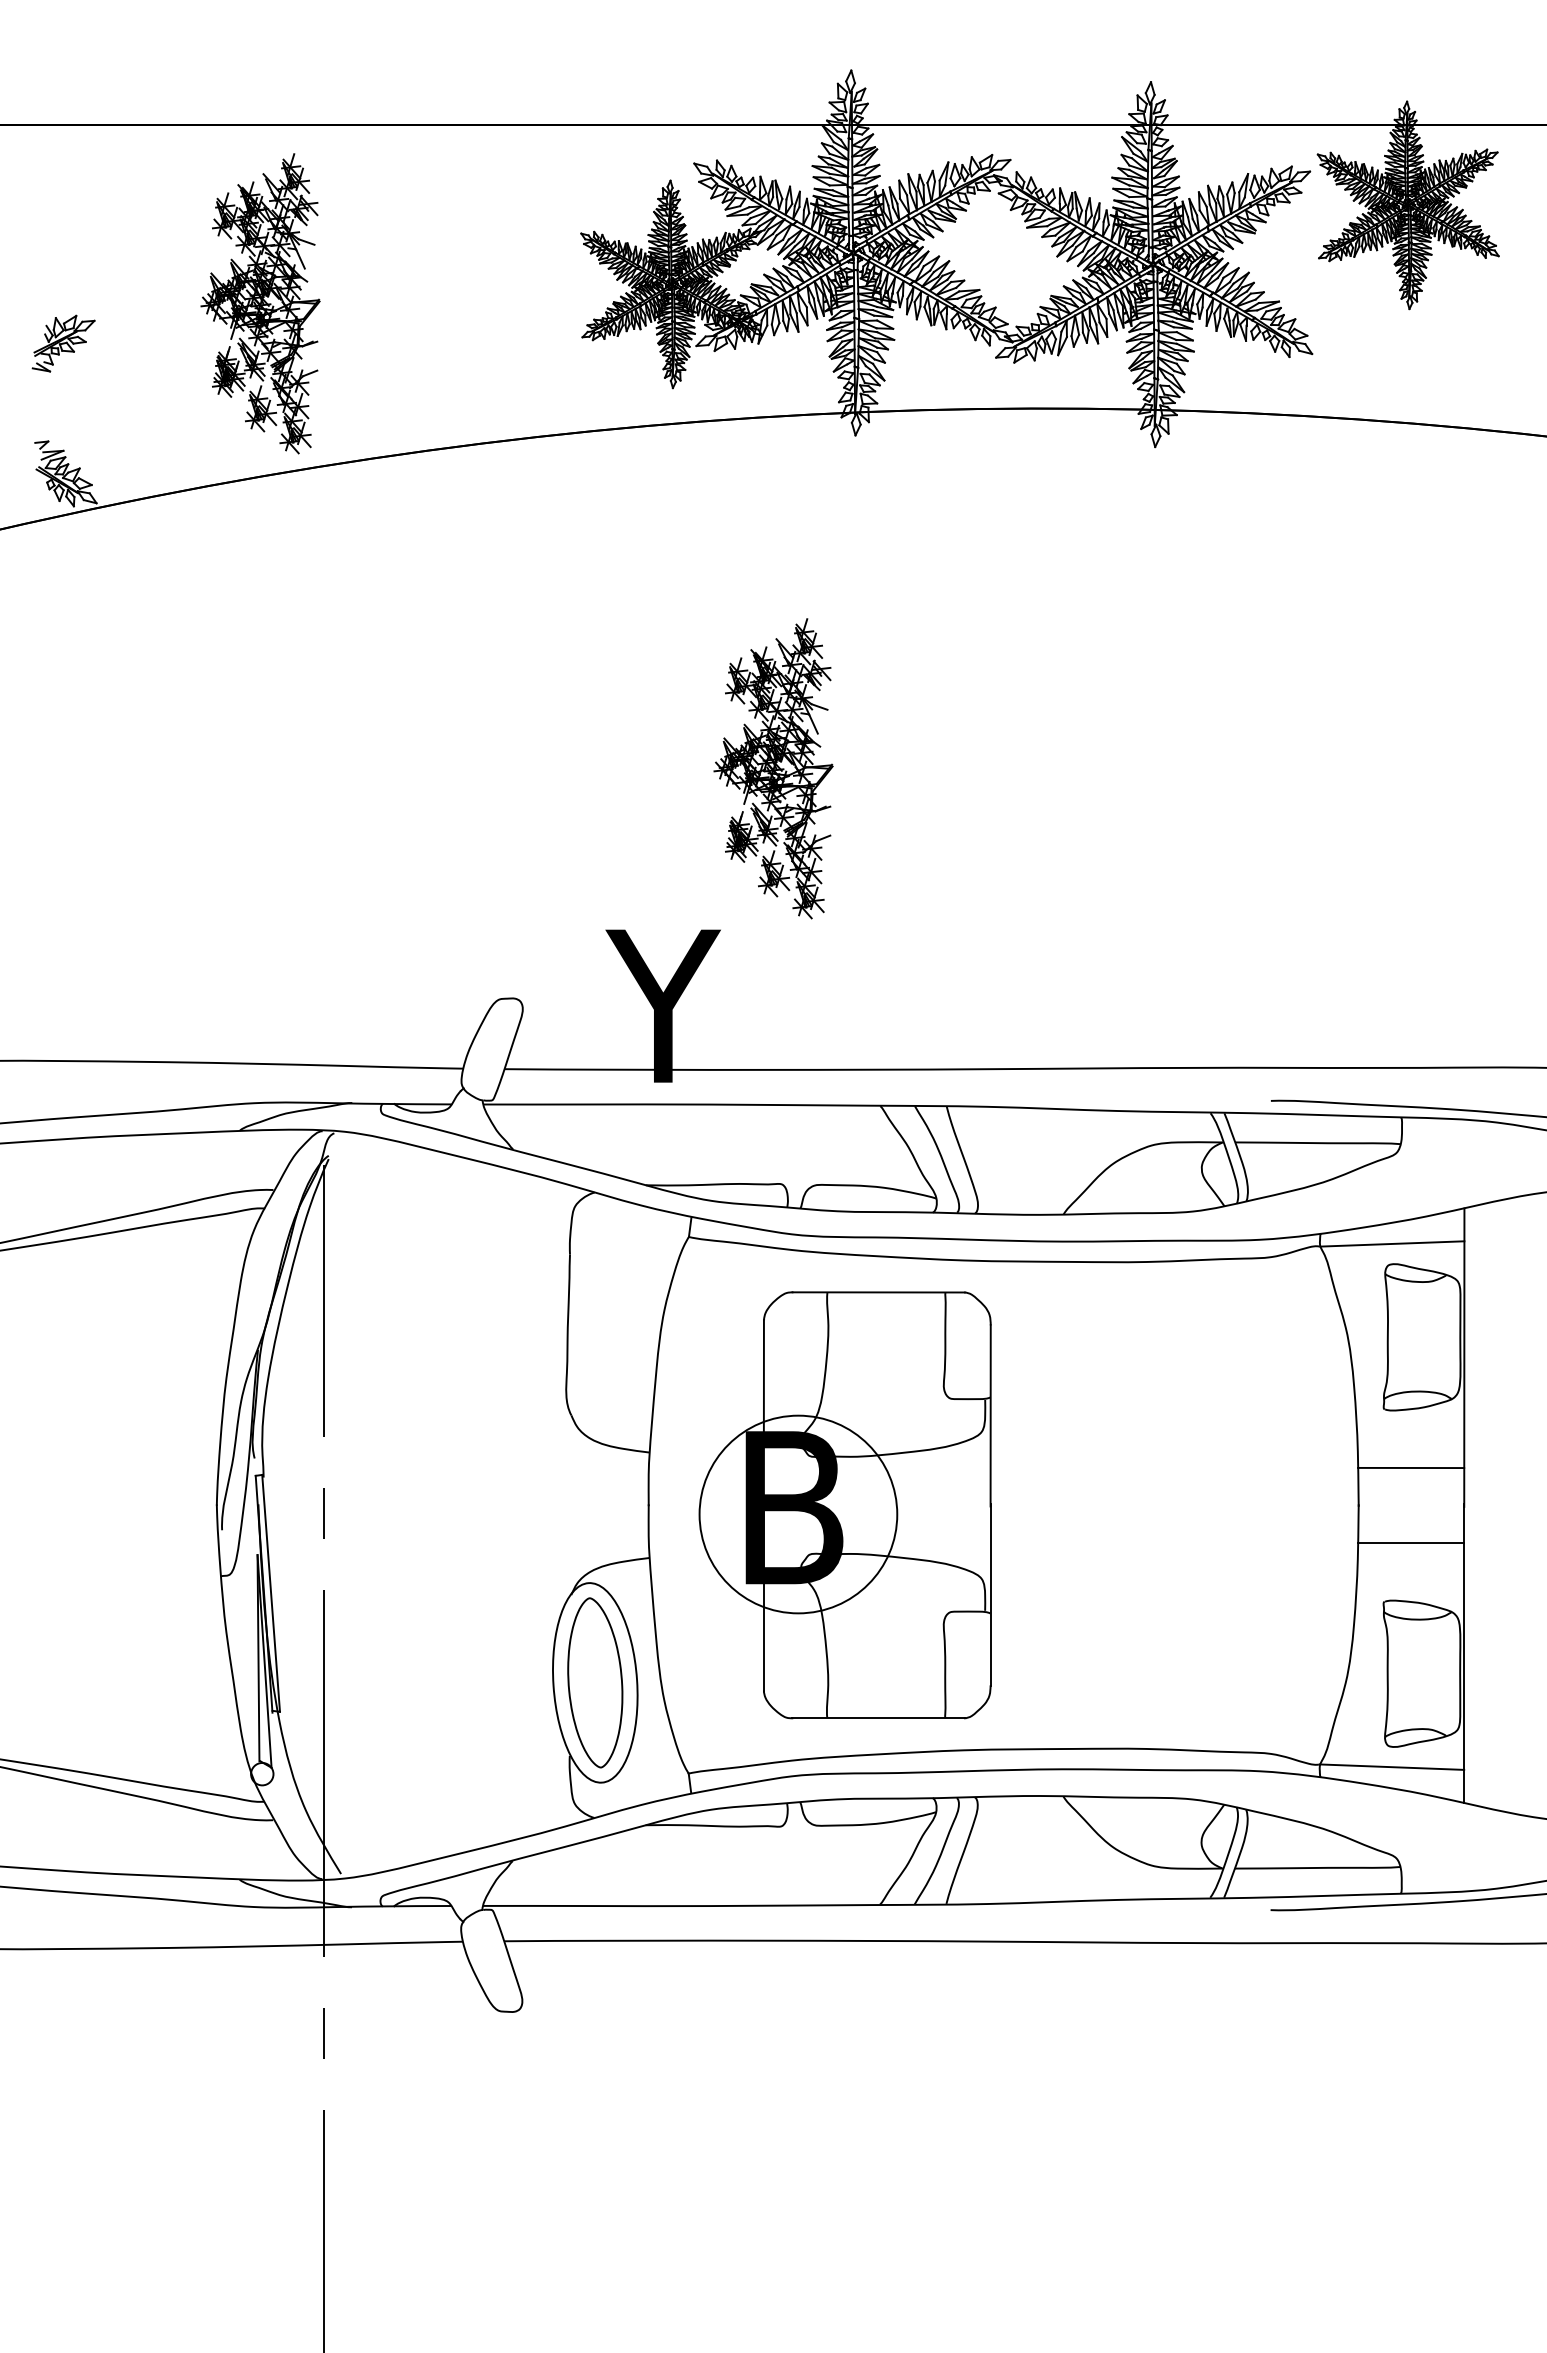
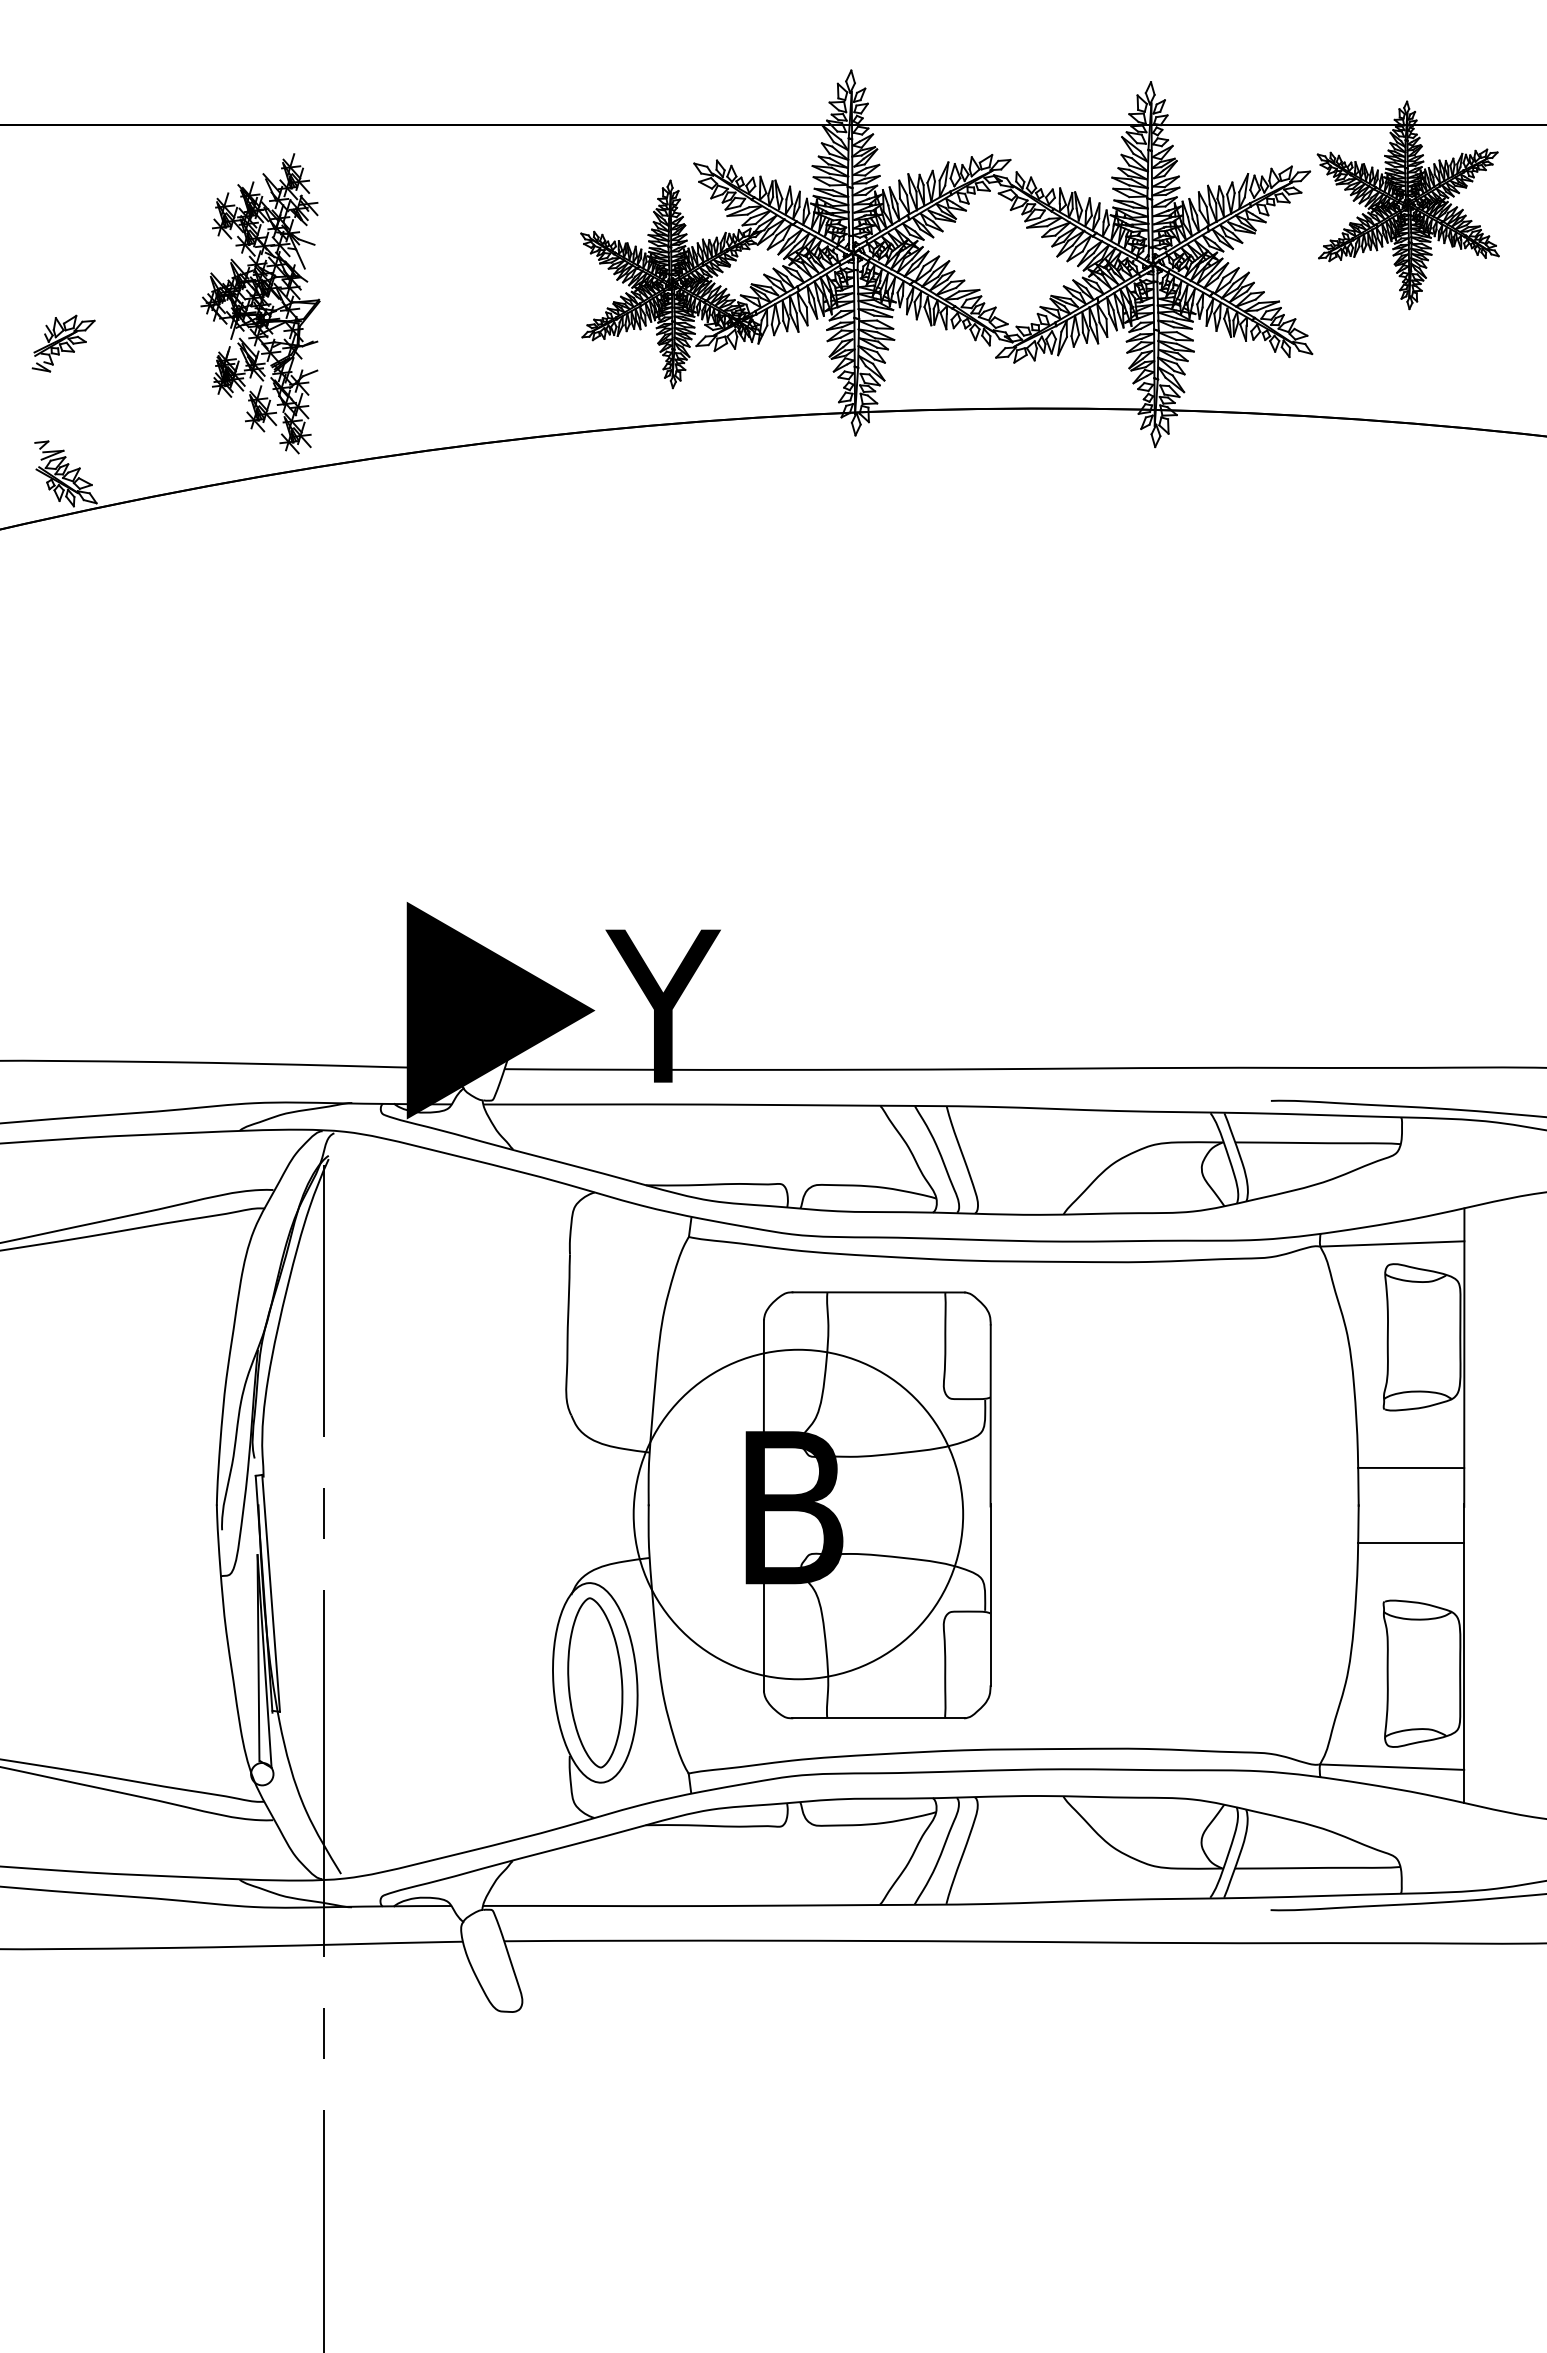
part at (773, 768): present -> none
fill at (500, 1010): none -> present
circle at (798, 1514) diameter: 198 px -> 329 px
